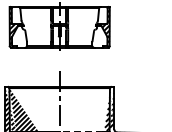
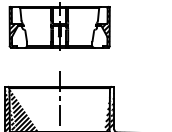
line at (81, 131): dashed -> solid
